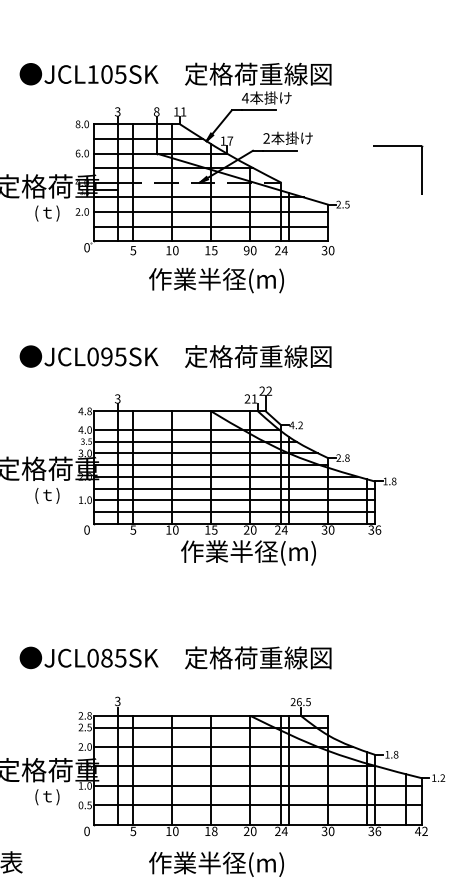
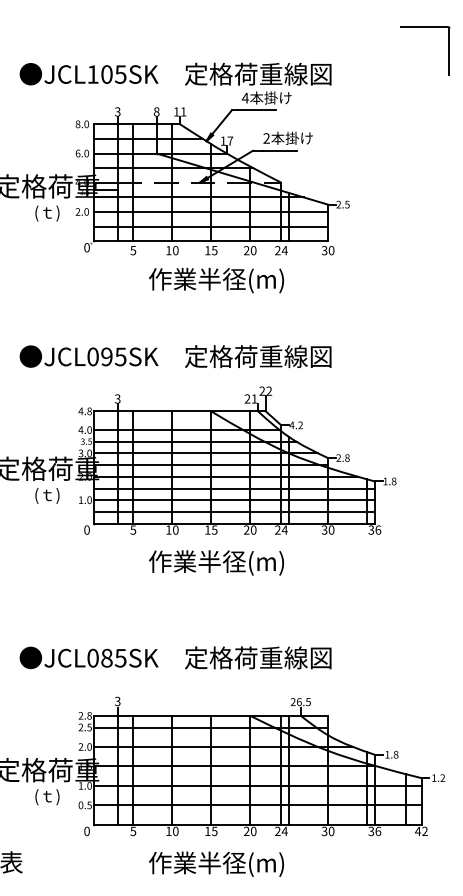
part at (398, 146) position: (398, 146) -> (425, 27)
text at (246, 250): 90 -> 20
text at (248, 552) position: (248, 552) -> (216, 562)
text at (214, 830): 18 -> 15
